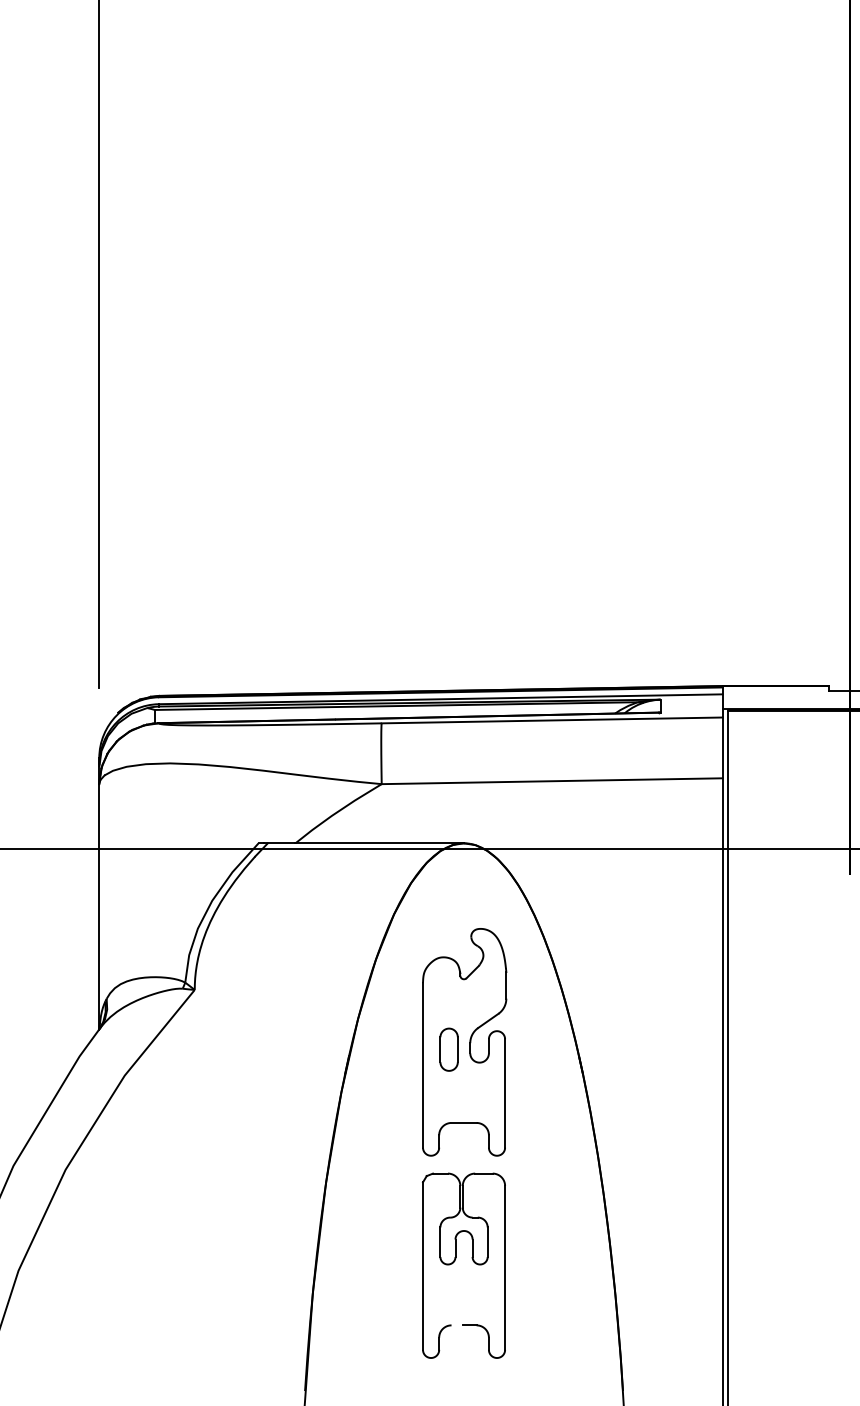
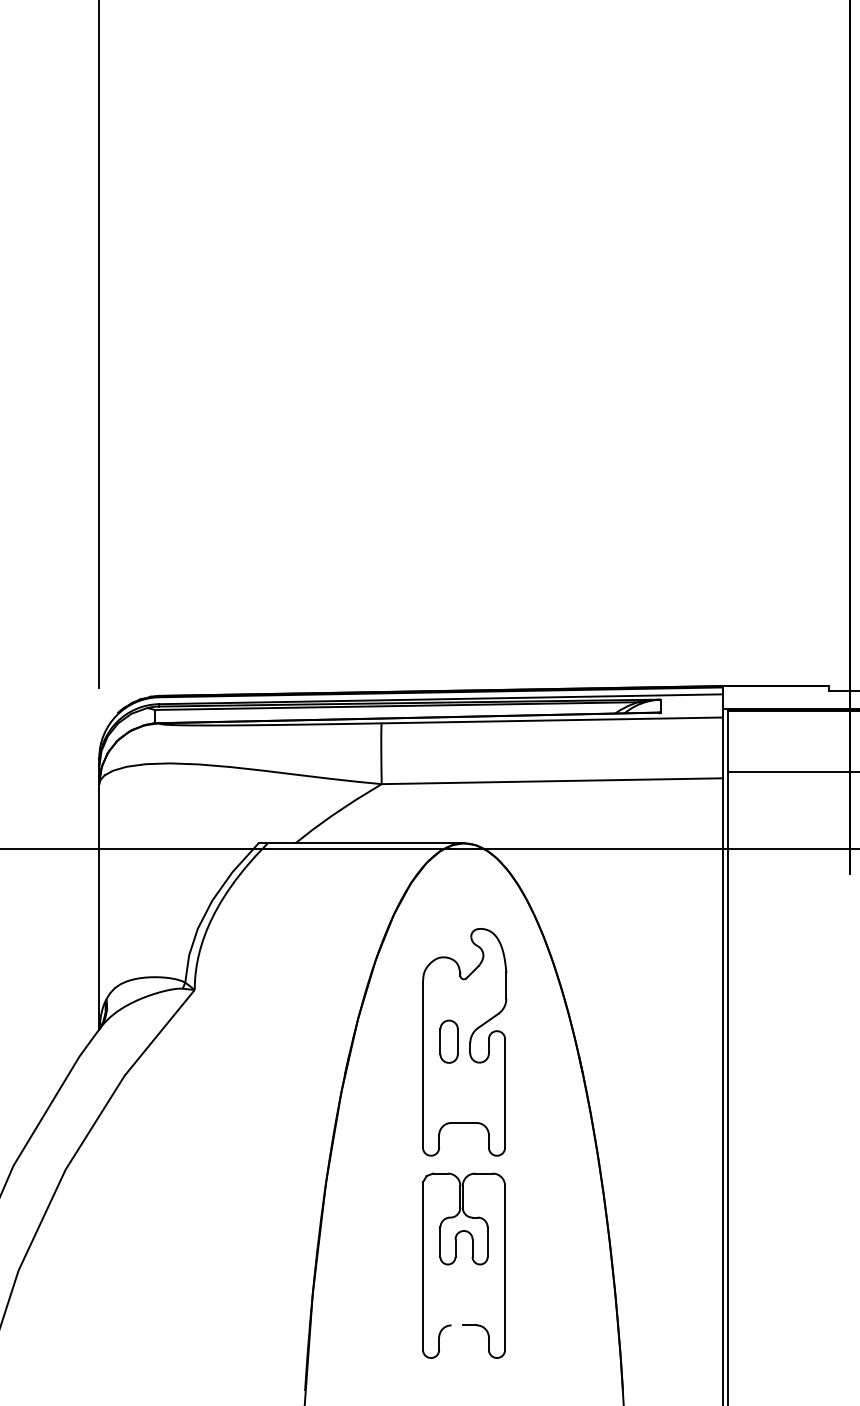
line at (791, 771): none -> present
part at (448, 1049) position: (448, 1049) -> (448, 1041)
